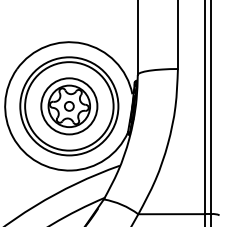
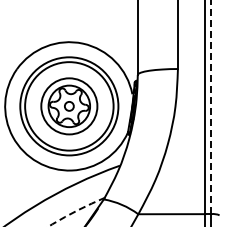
line at (211, 107): solid -> dashed
arc at (75, 211): solid -> dashed
